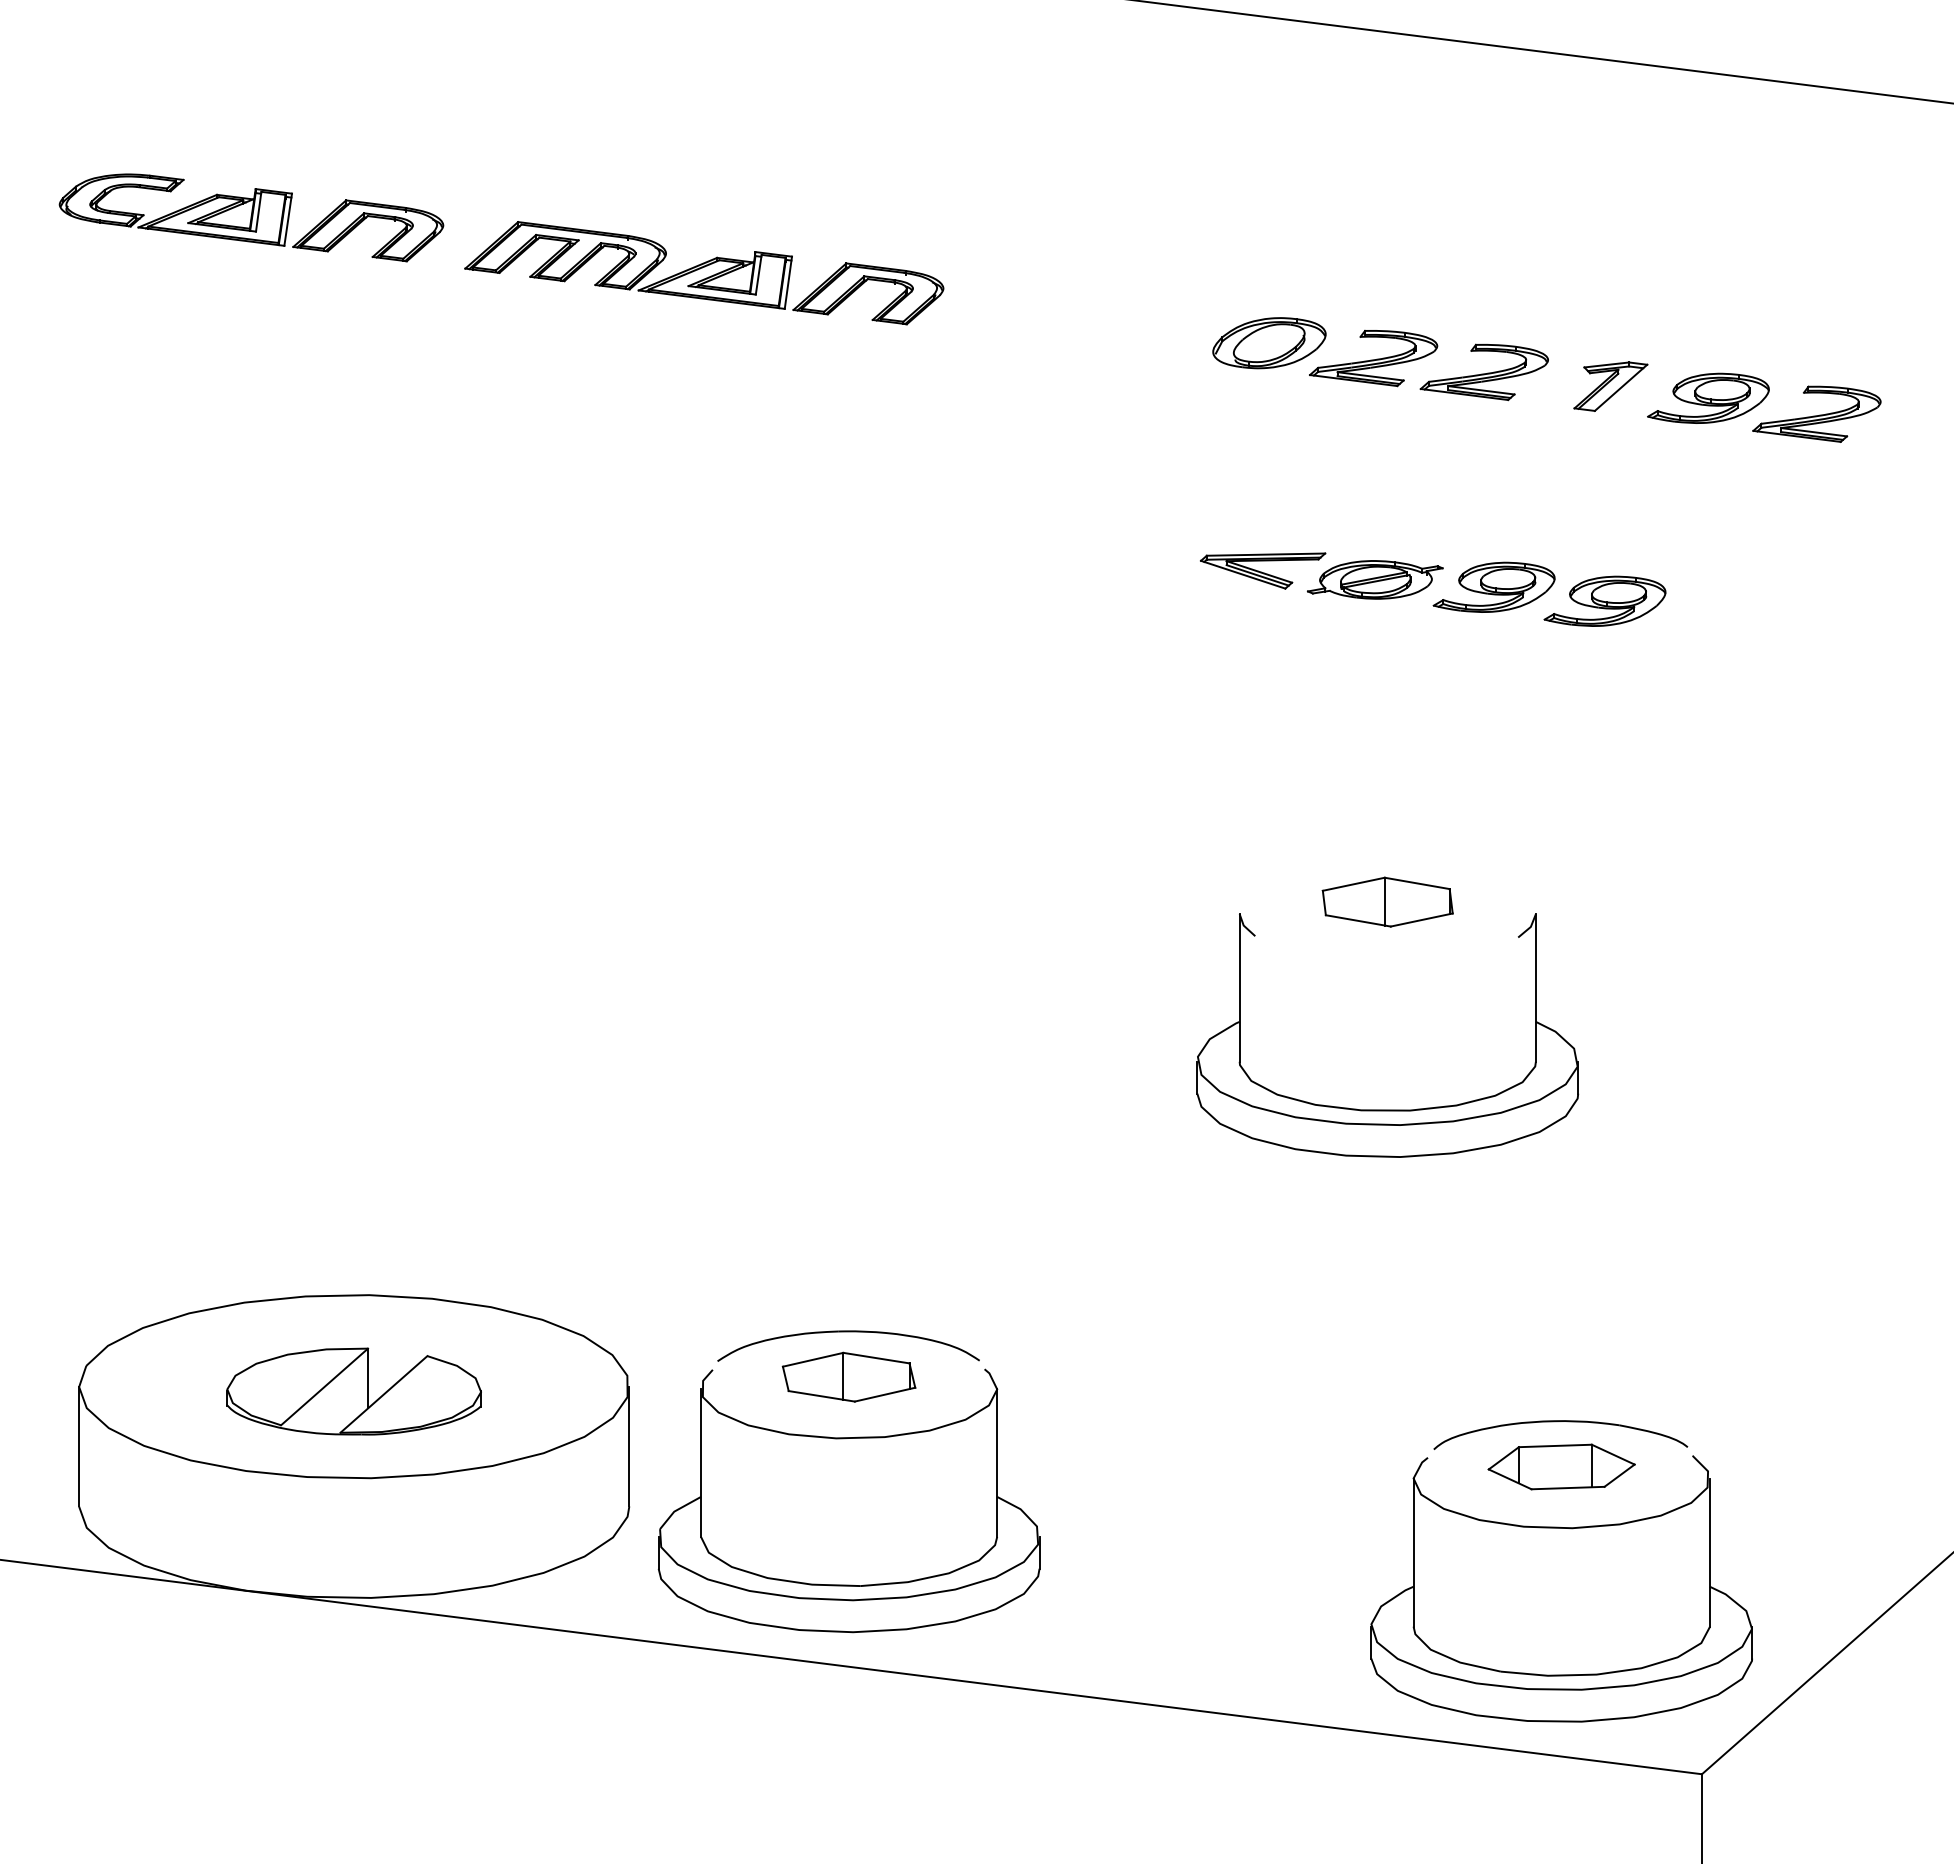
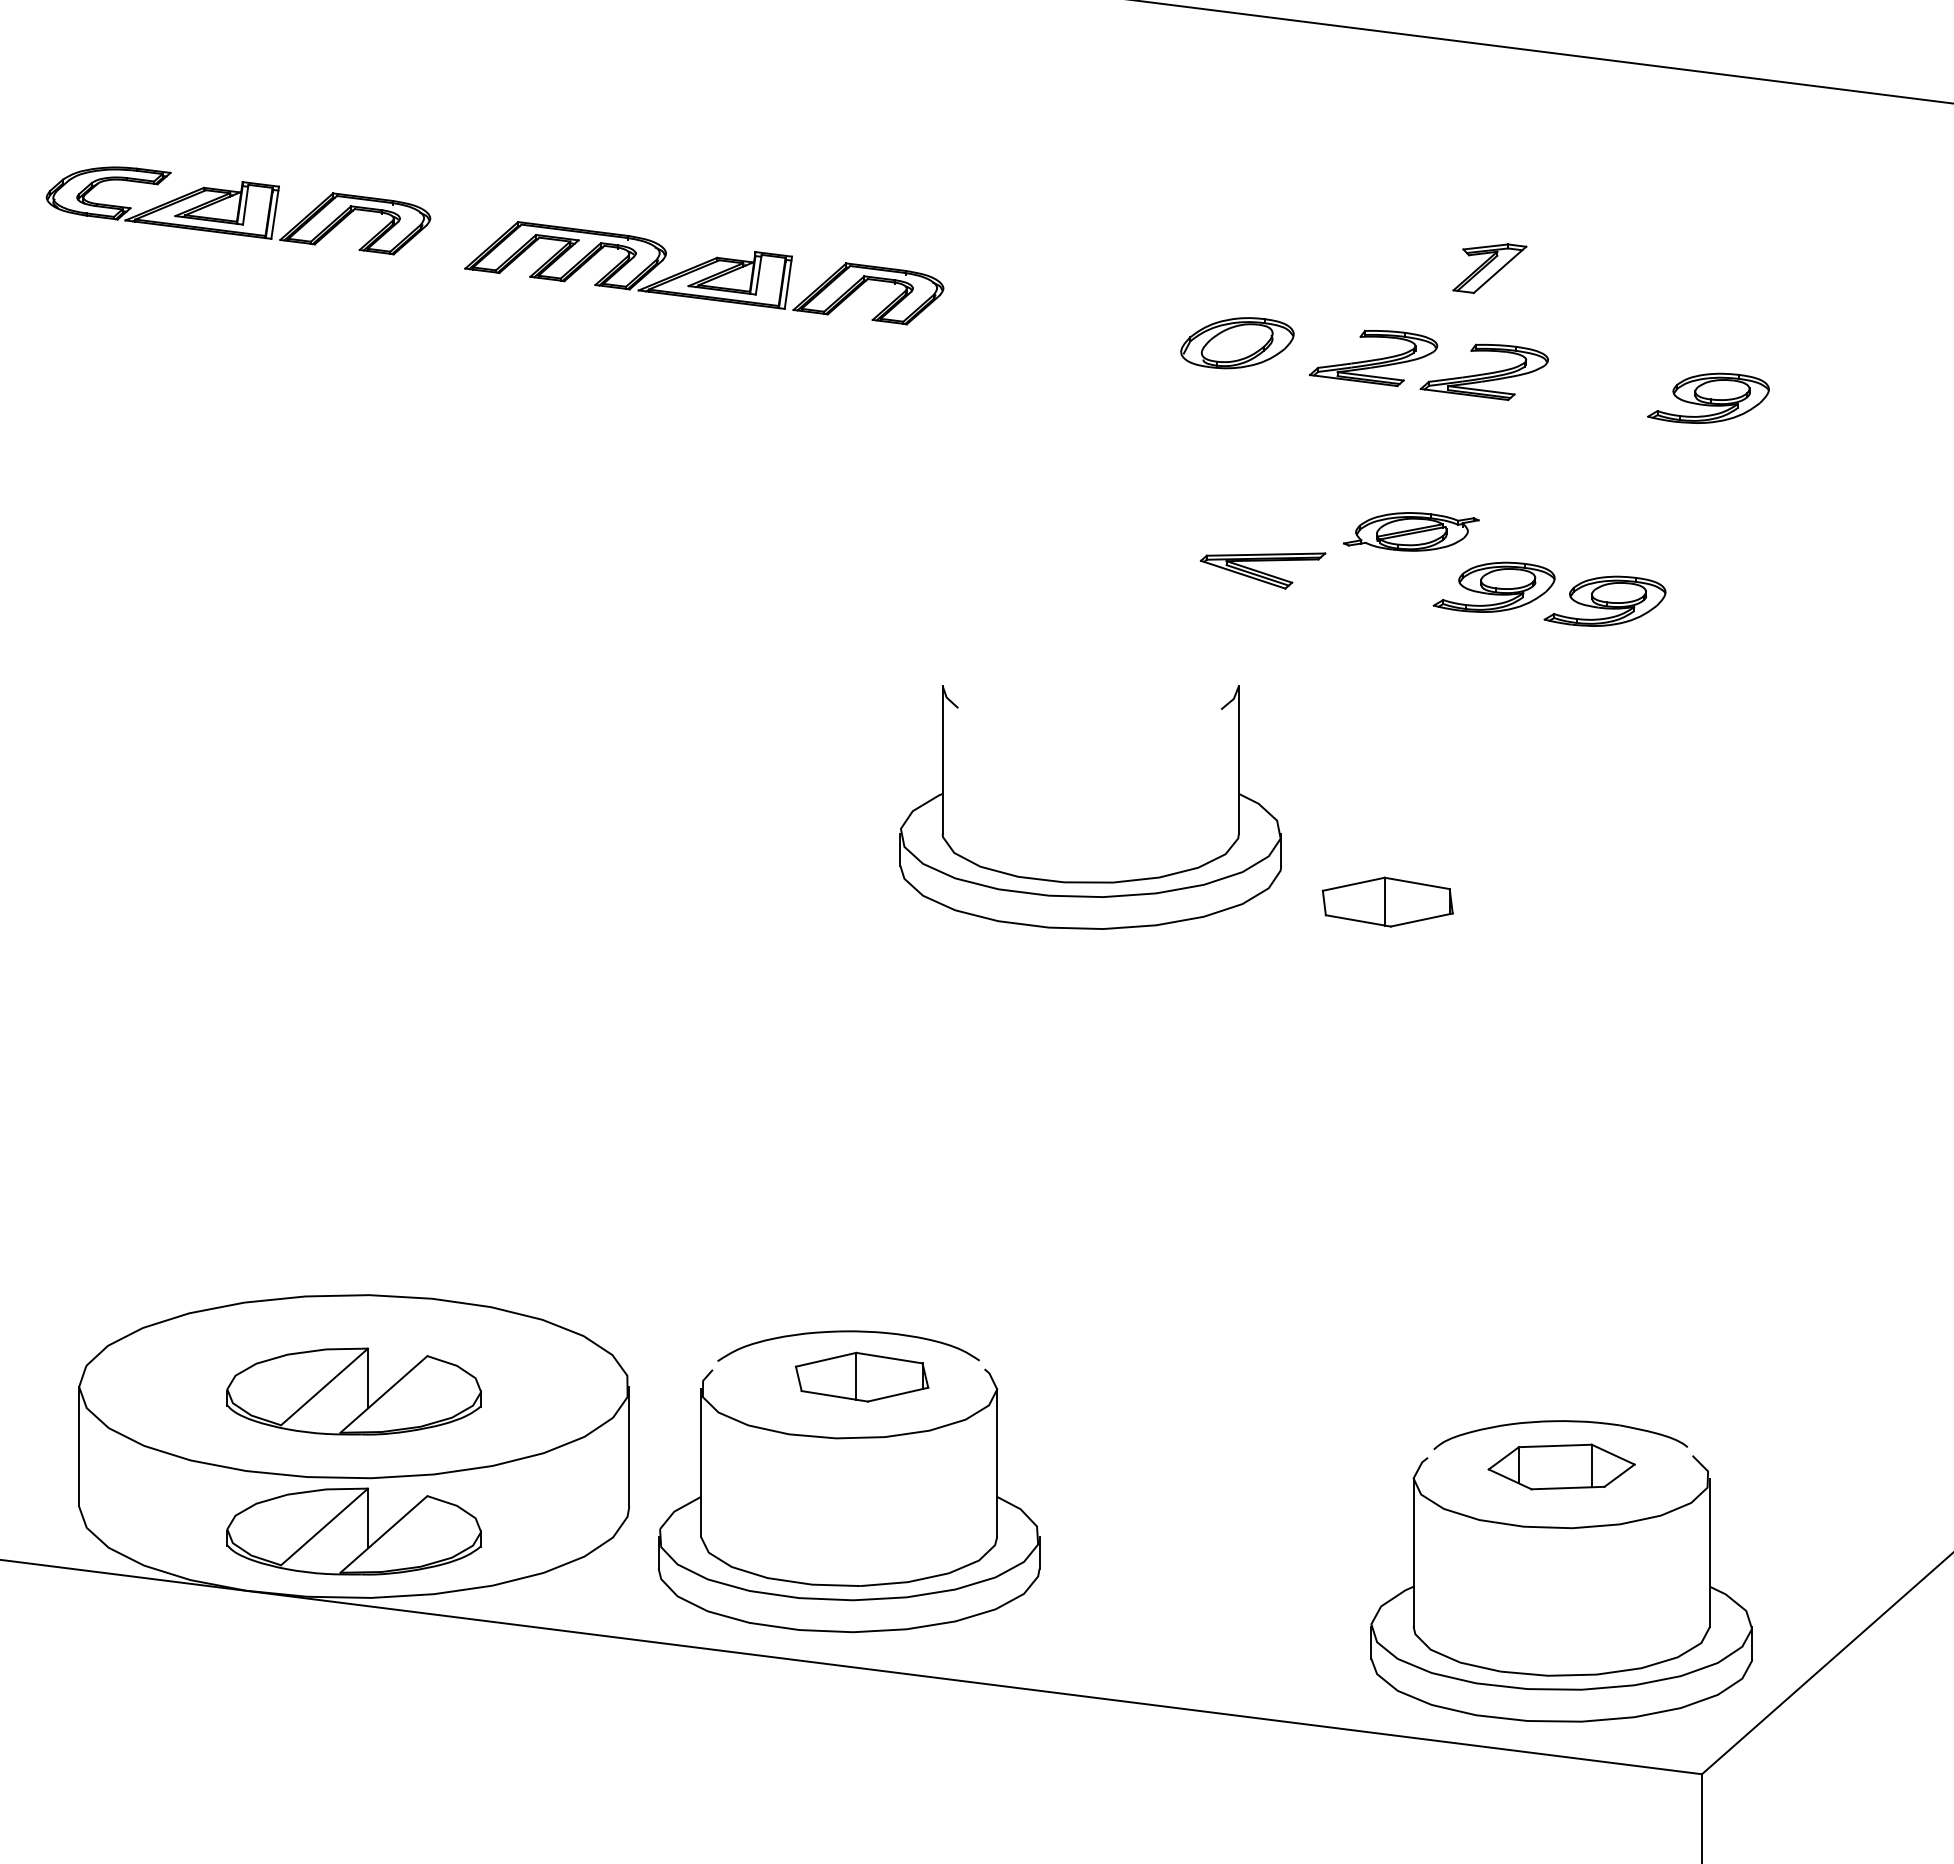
part at (251, 217) position: (251, 217) -> (238, 210)
part at (1269, 343) position: (1269, 343) -> (1237, 343)
part at (1610, 386) position: (1610, 386) -> (1489, 268)
part at (1816, 413): present -> none
part at (1375, 579) position: (1375, 579) -> (1411, 531)
part at (1387, 1109) position: (1387, 1109) -> (1090, 881)
part at (848, 1376) position: (848, 1376) -> (861, 1376)
part at (353, 1531): none -> present
